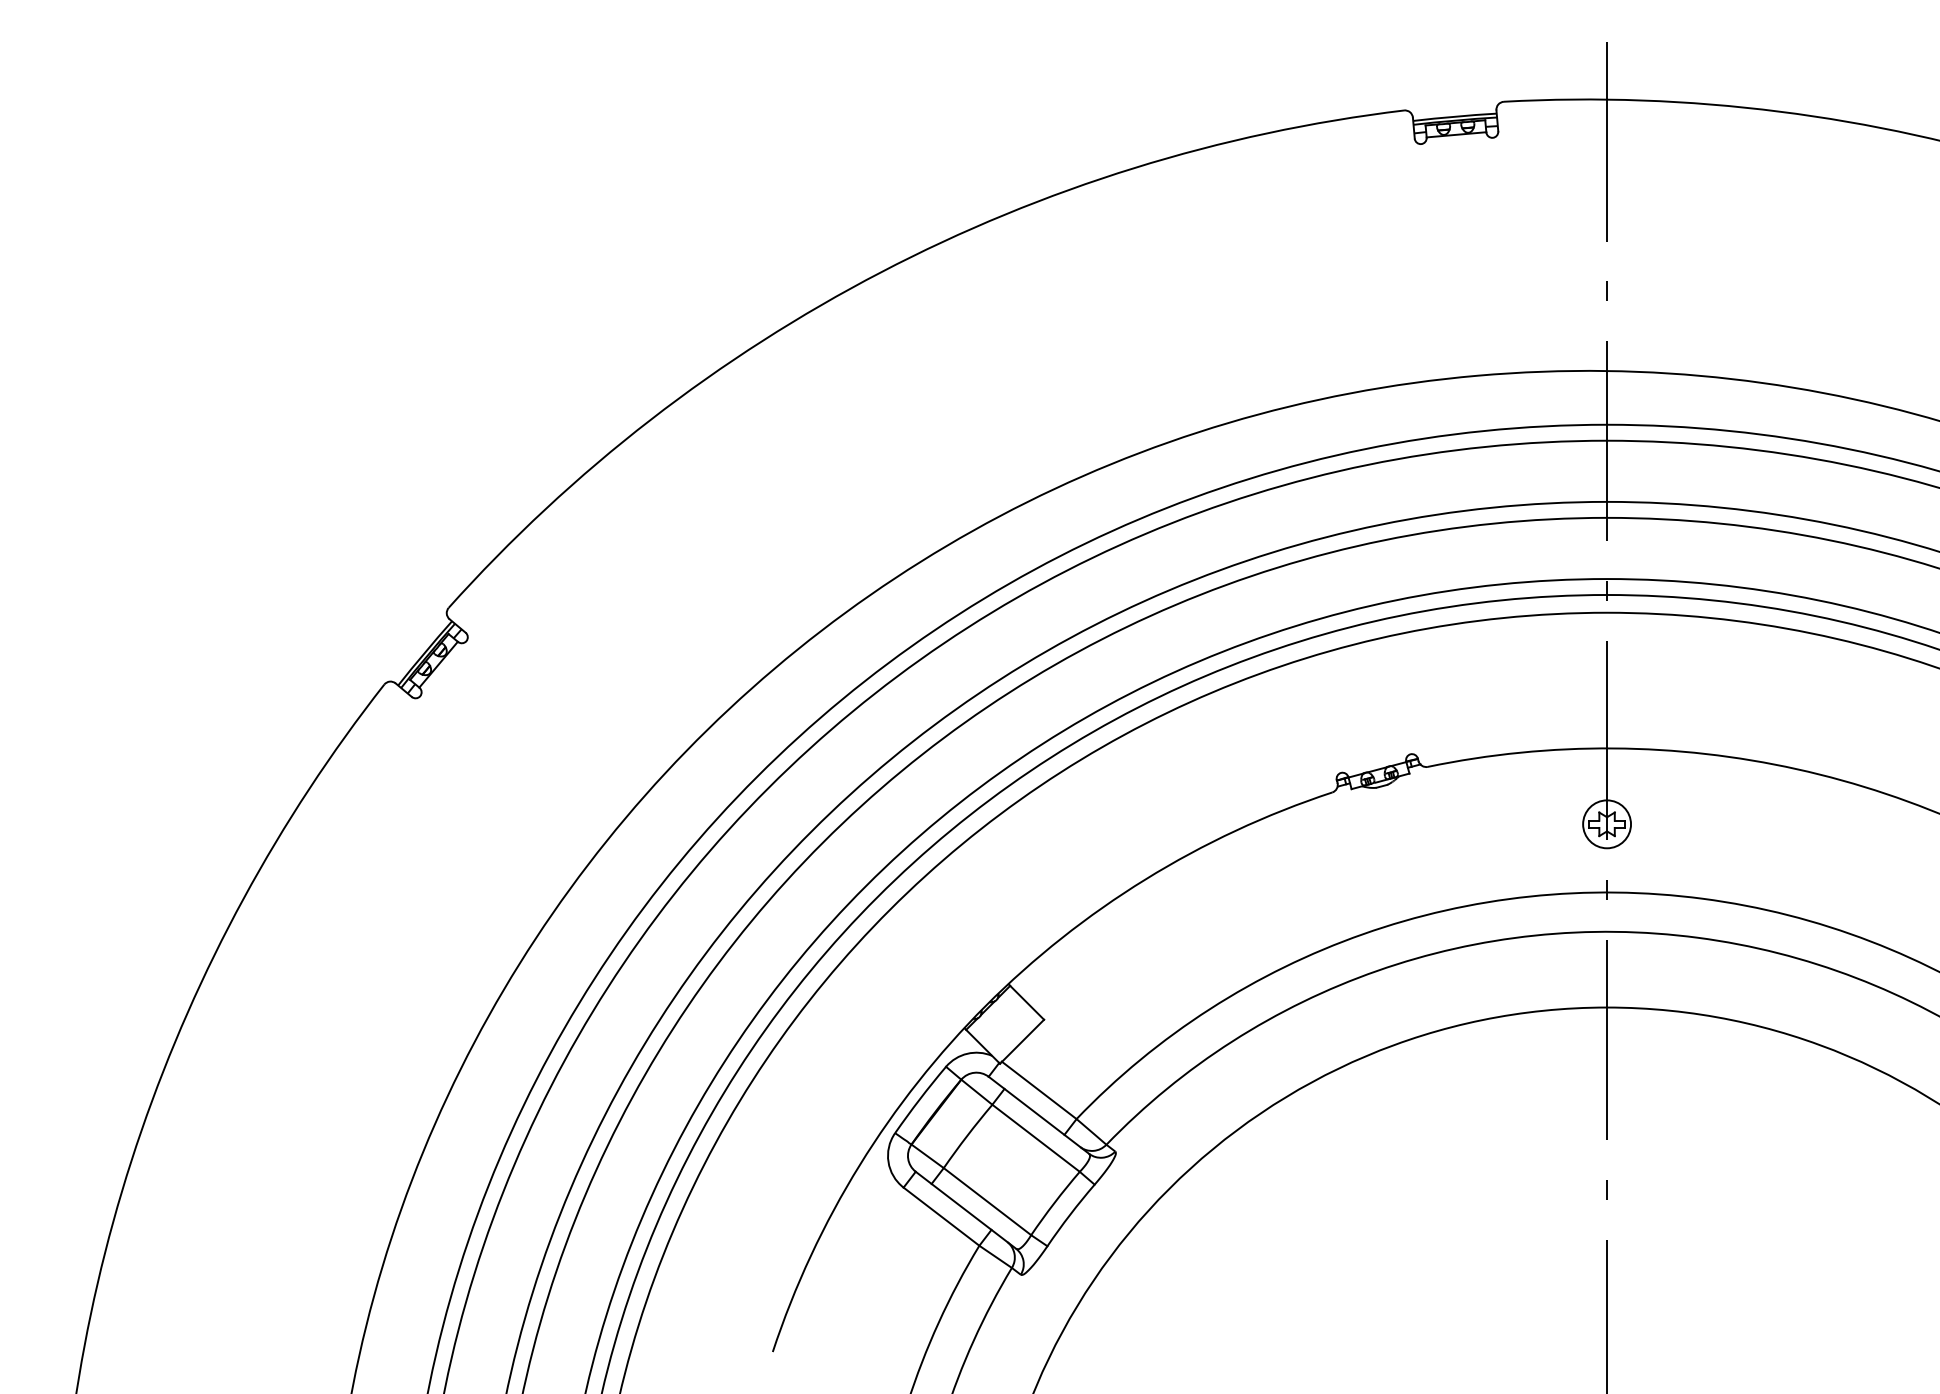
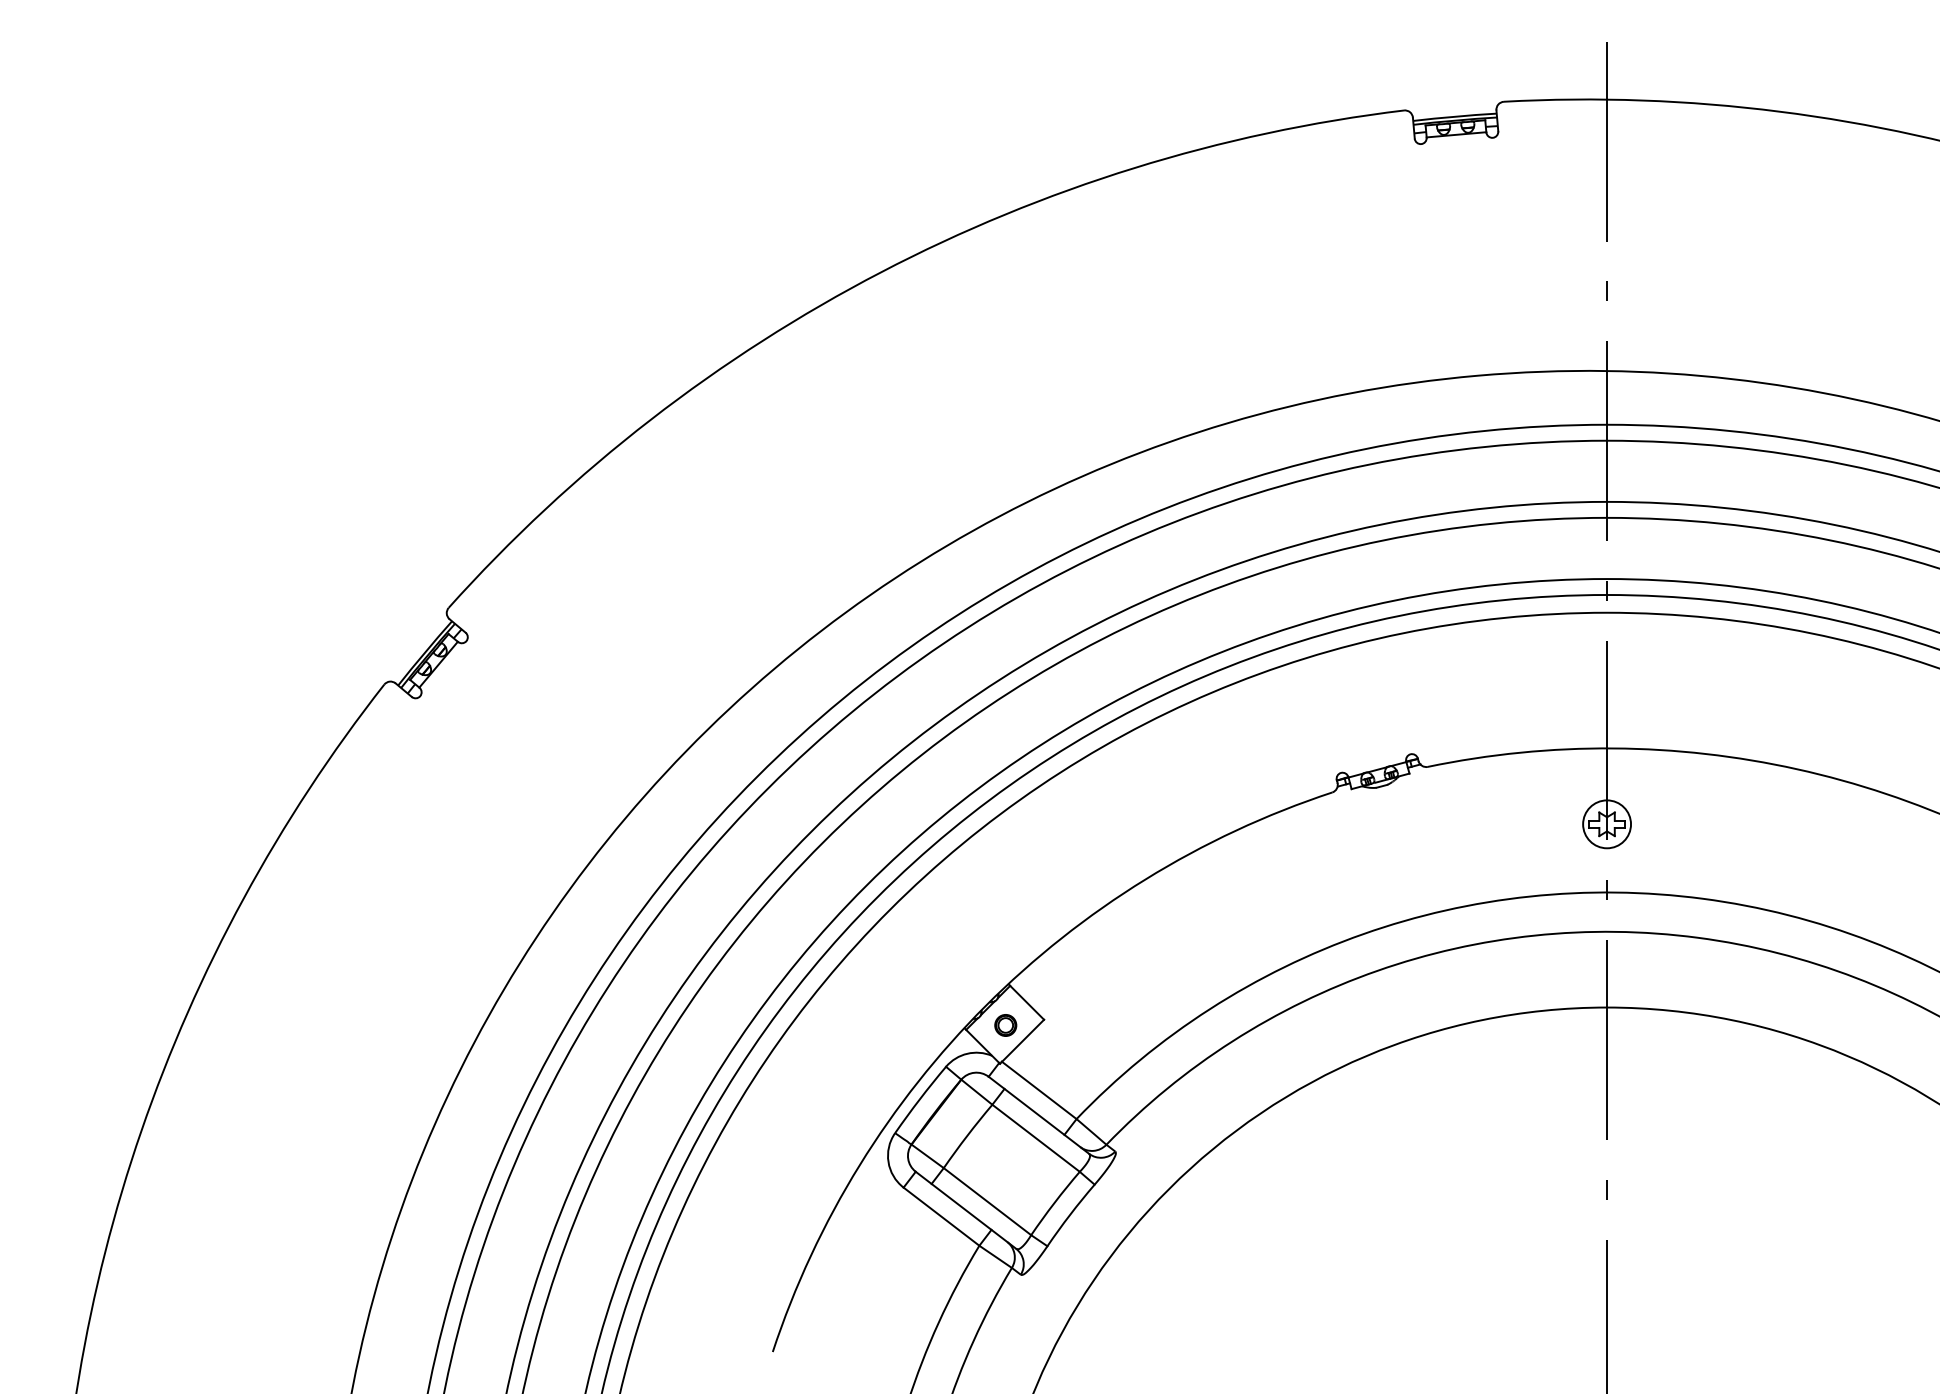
part at (1005, 1025): none -> present
